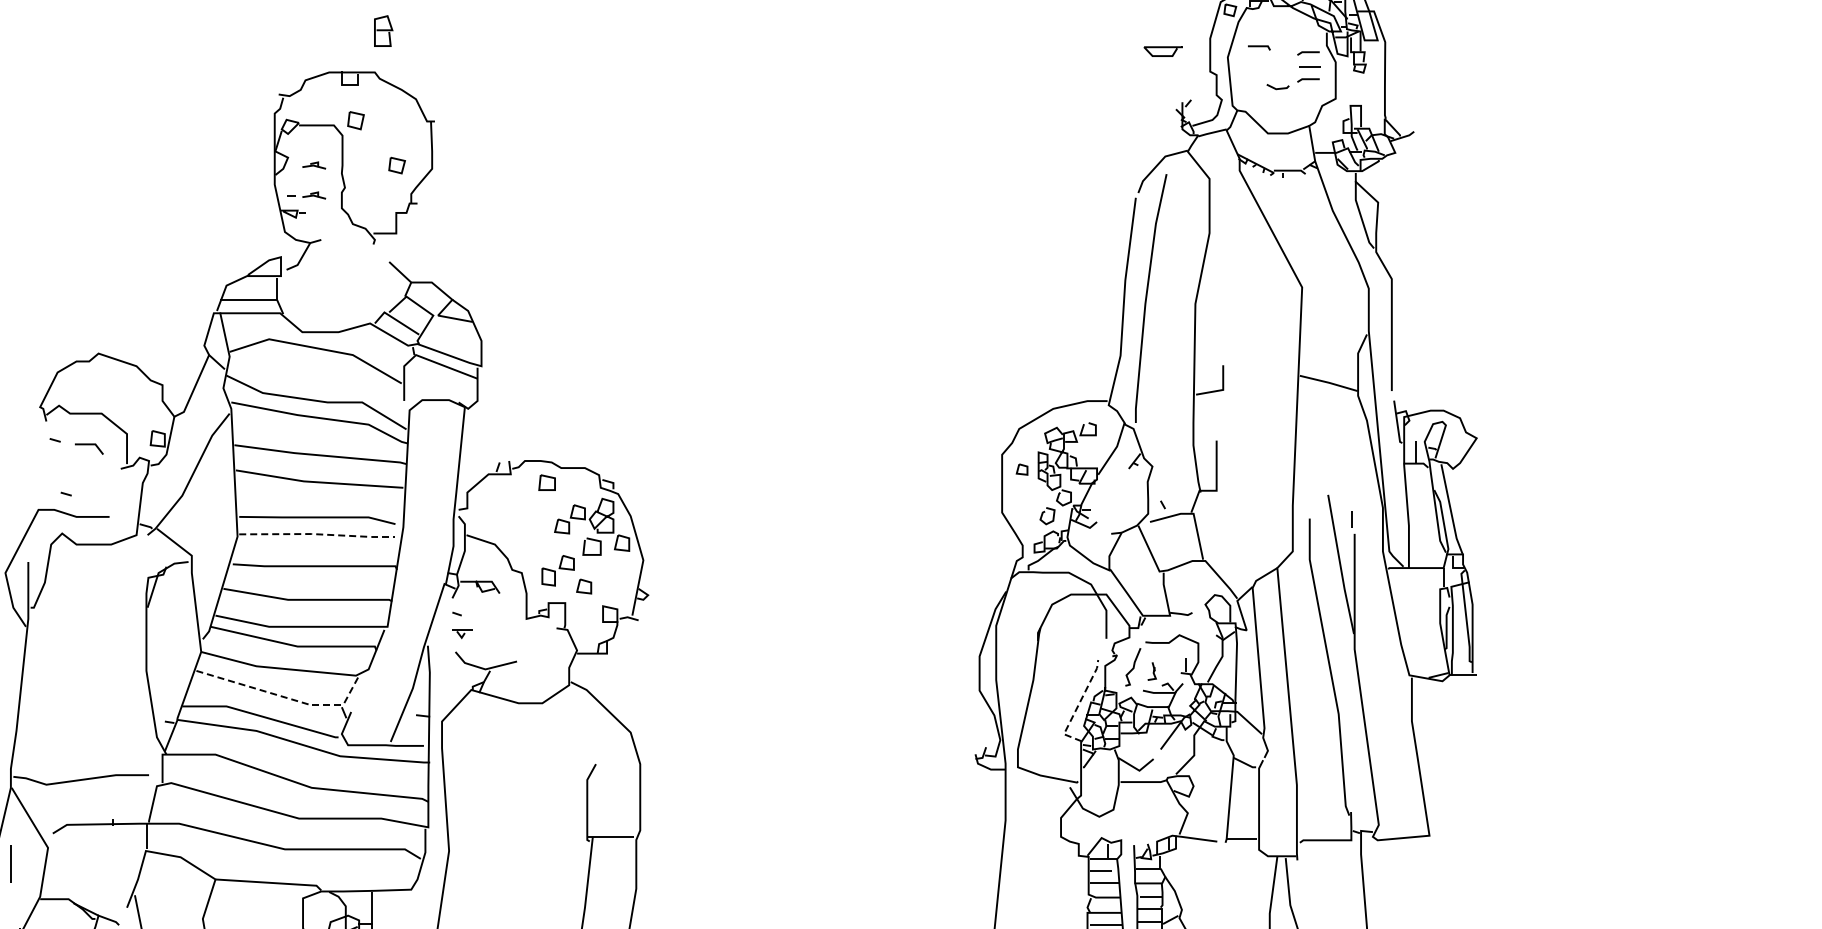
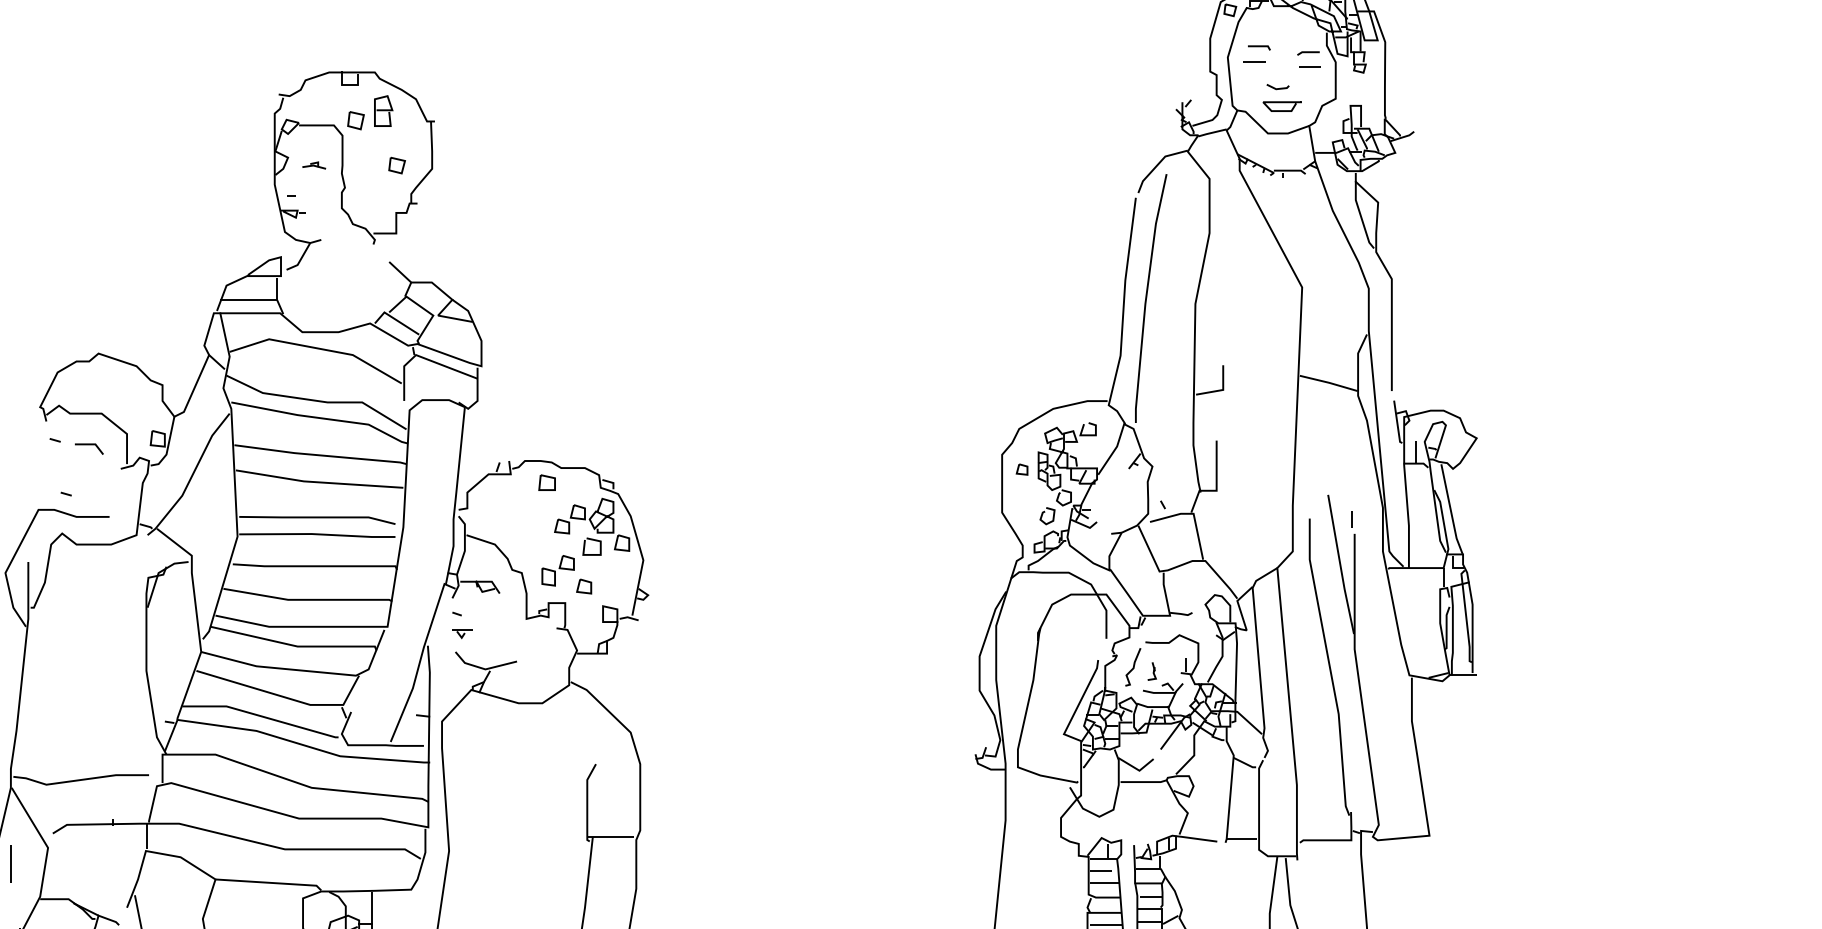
curve at (383, 30) position: (383, 30) -> (383, 110)
curve at (1162, 48) position: (1162, 48) -> (1281, 103)
line at (1254, 61): none -> present
line at (1308, 80): present -> none
part at (314, 195): present -> none
line at (317, 534): dashed -> solid
line at (287, 698): dashed -> solid
line at (1078, 705): dashed -> solid
